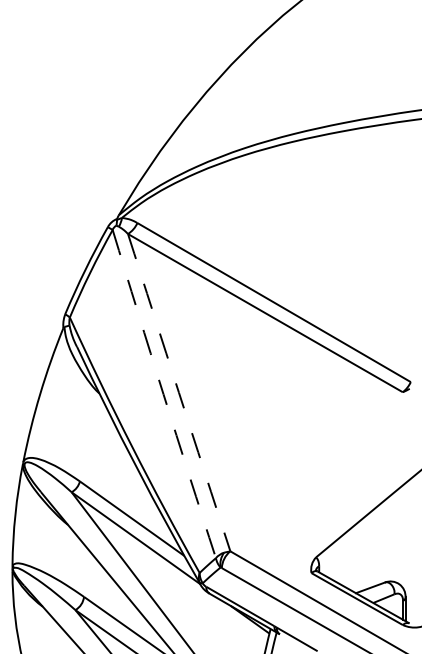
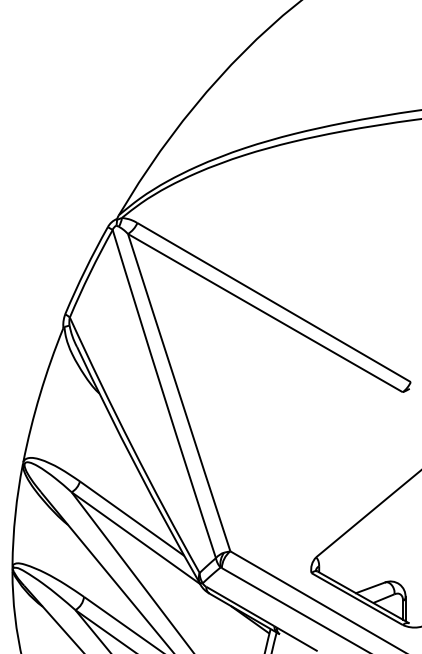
arc at (178, 392): dashed -> solid
arc at (163, 394): dashed -> solid
